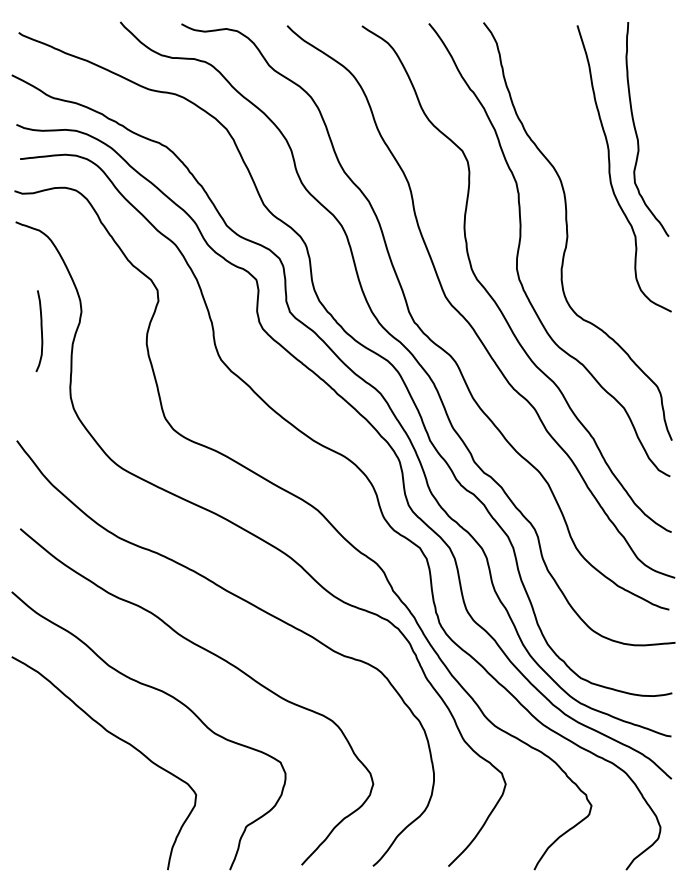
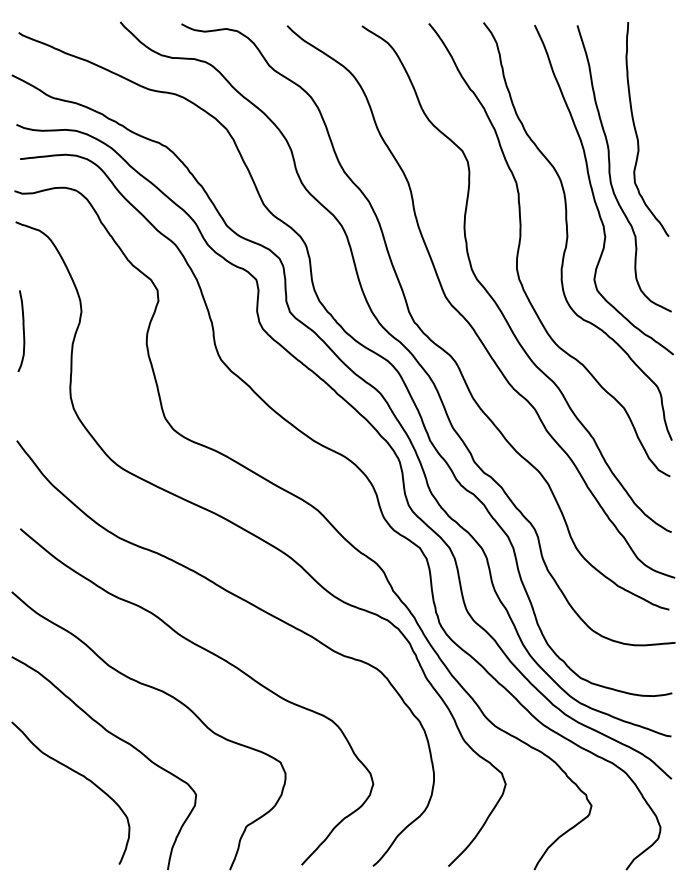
curve at (593, 190): none -> present
curve at (40, 329) position: (40, 329) -> (22, 329)
curve at (81, 776): none -> present
